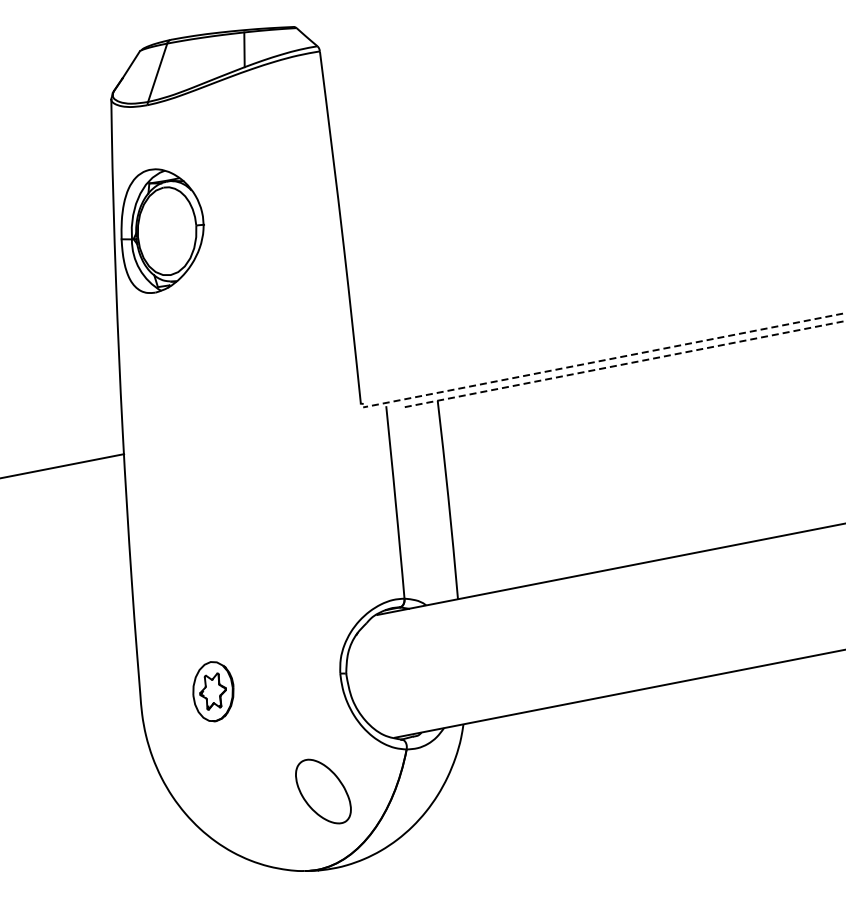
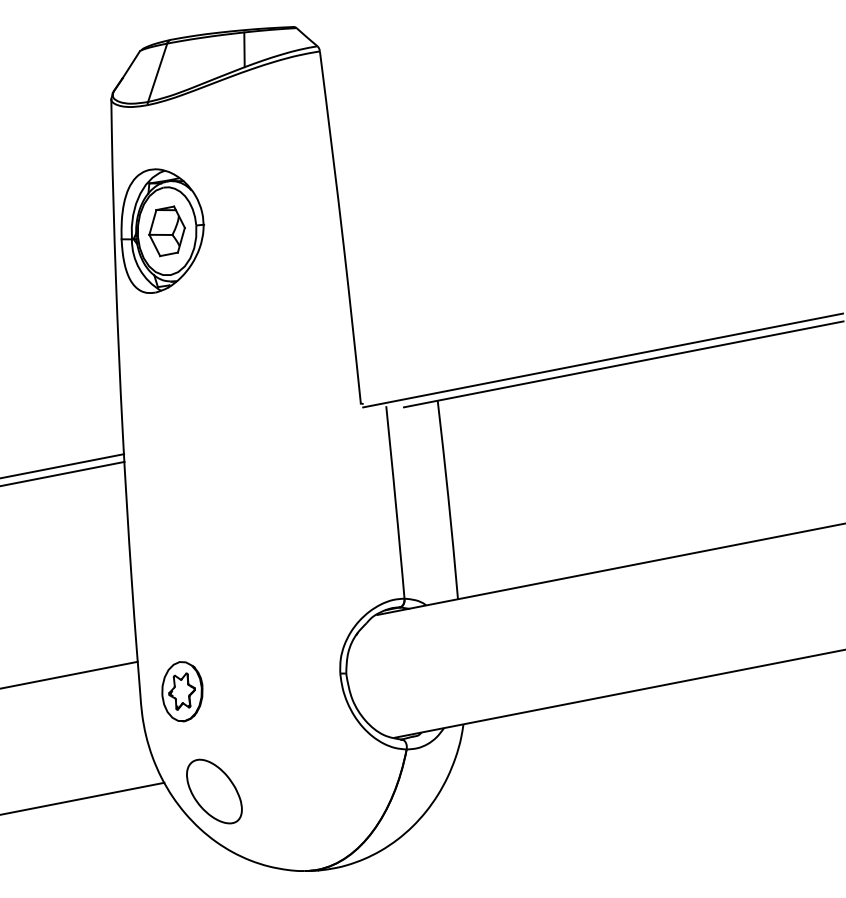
part at (166, 231): none -> present
line at (602, 360): dashed -> solid
line at (623, 364): dashed -> solid
line at (63, 473): none -> present
line at (69, 674): none -> present
part at (213, 691) position: (213, 691) -> (182, 691)
part at (323, 791) position: (323, 791) -> (214, 791)
line at (83, 798): none -> present
